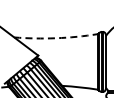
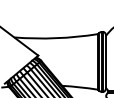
arc at (56, 38): dashed -> solid
